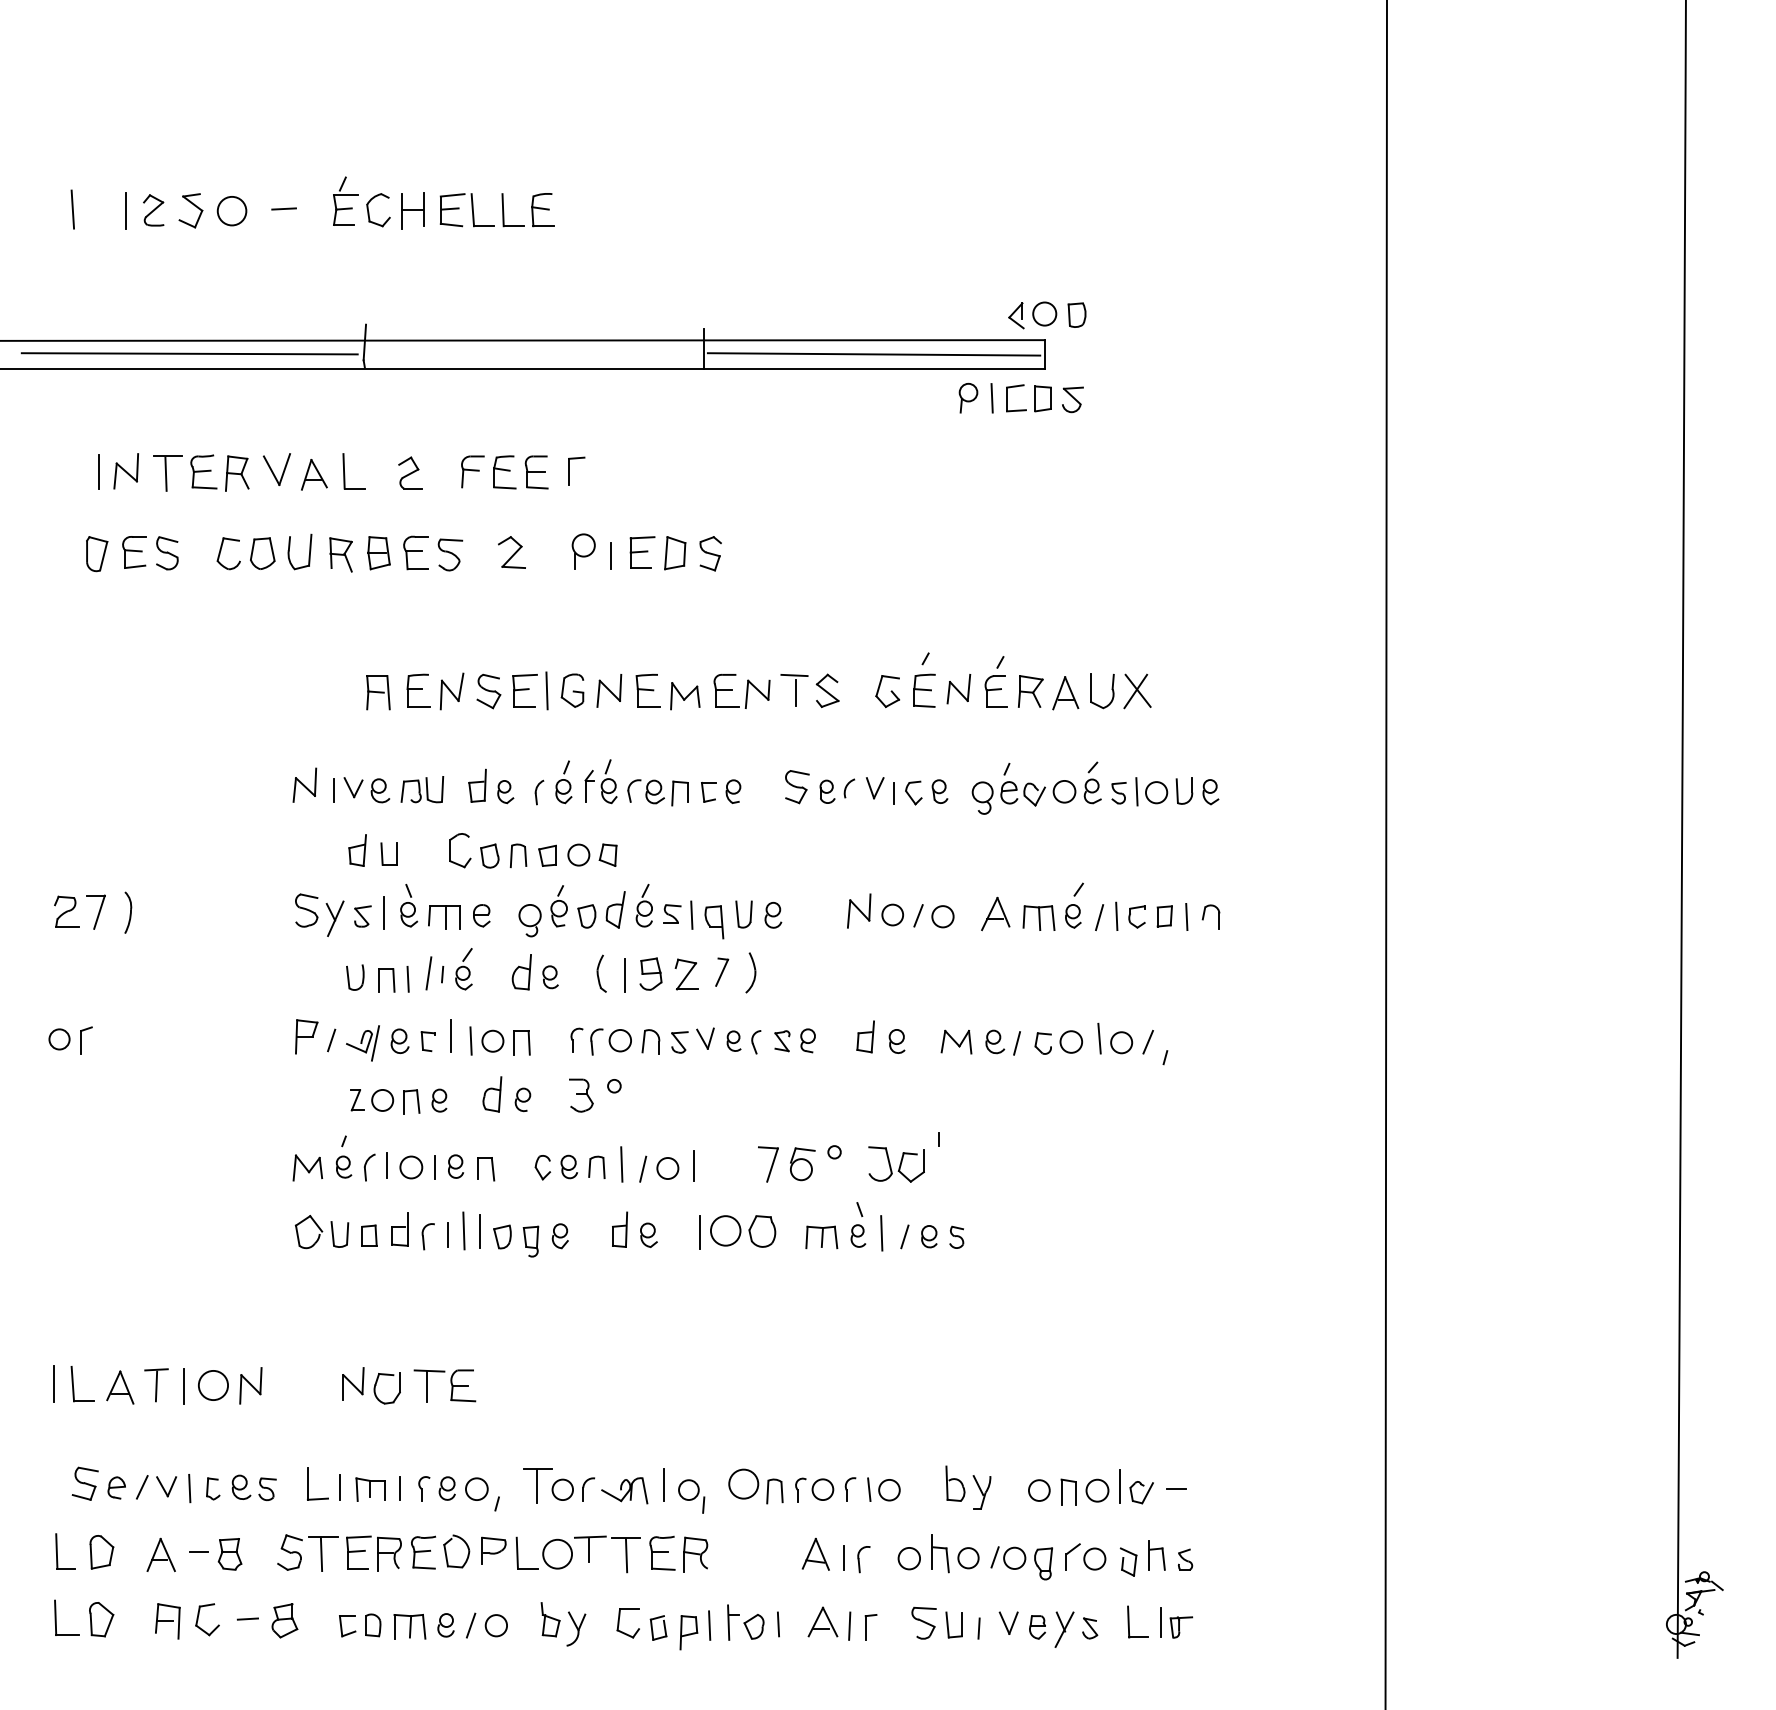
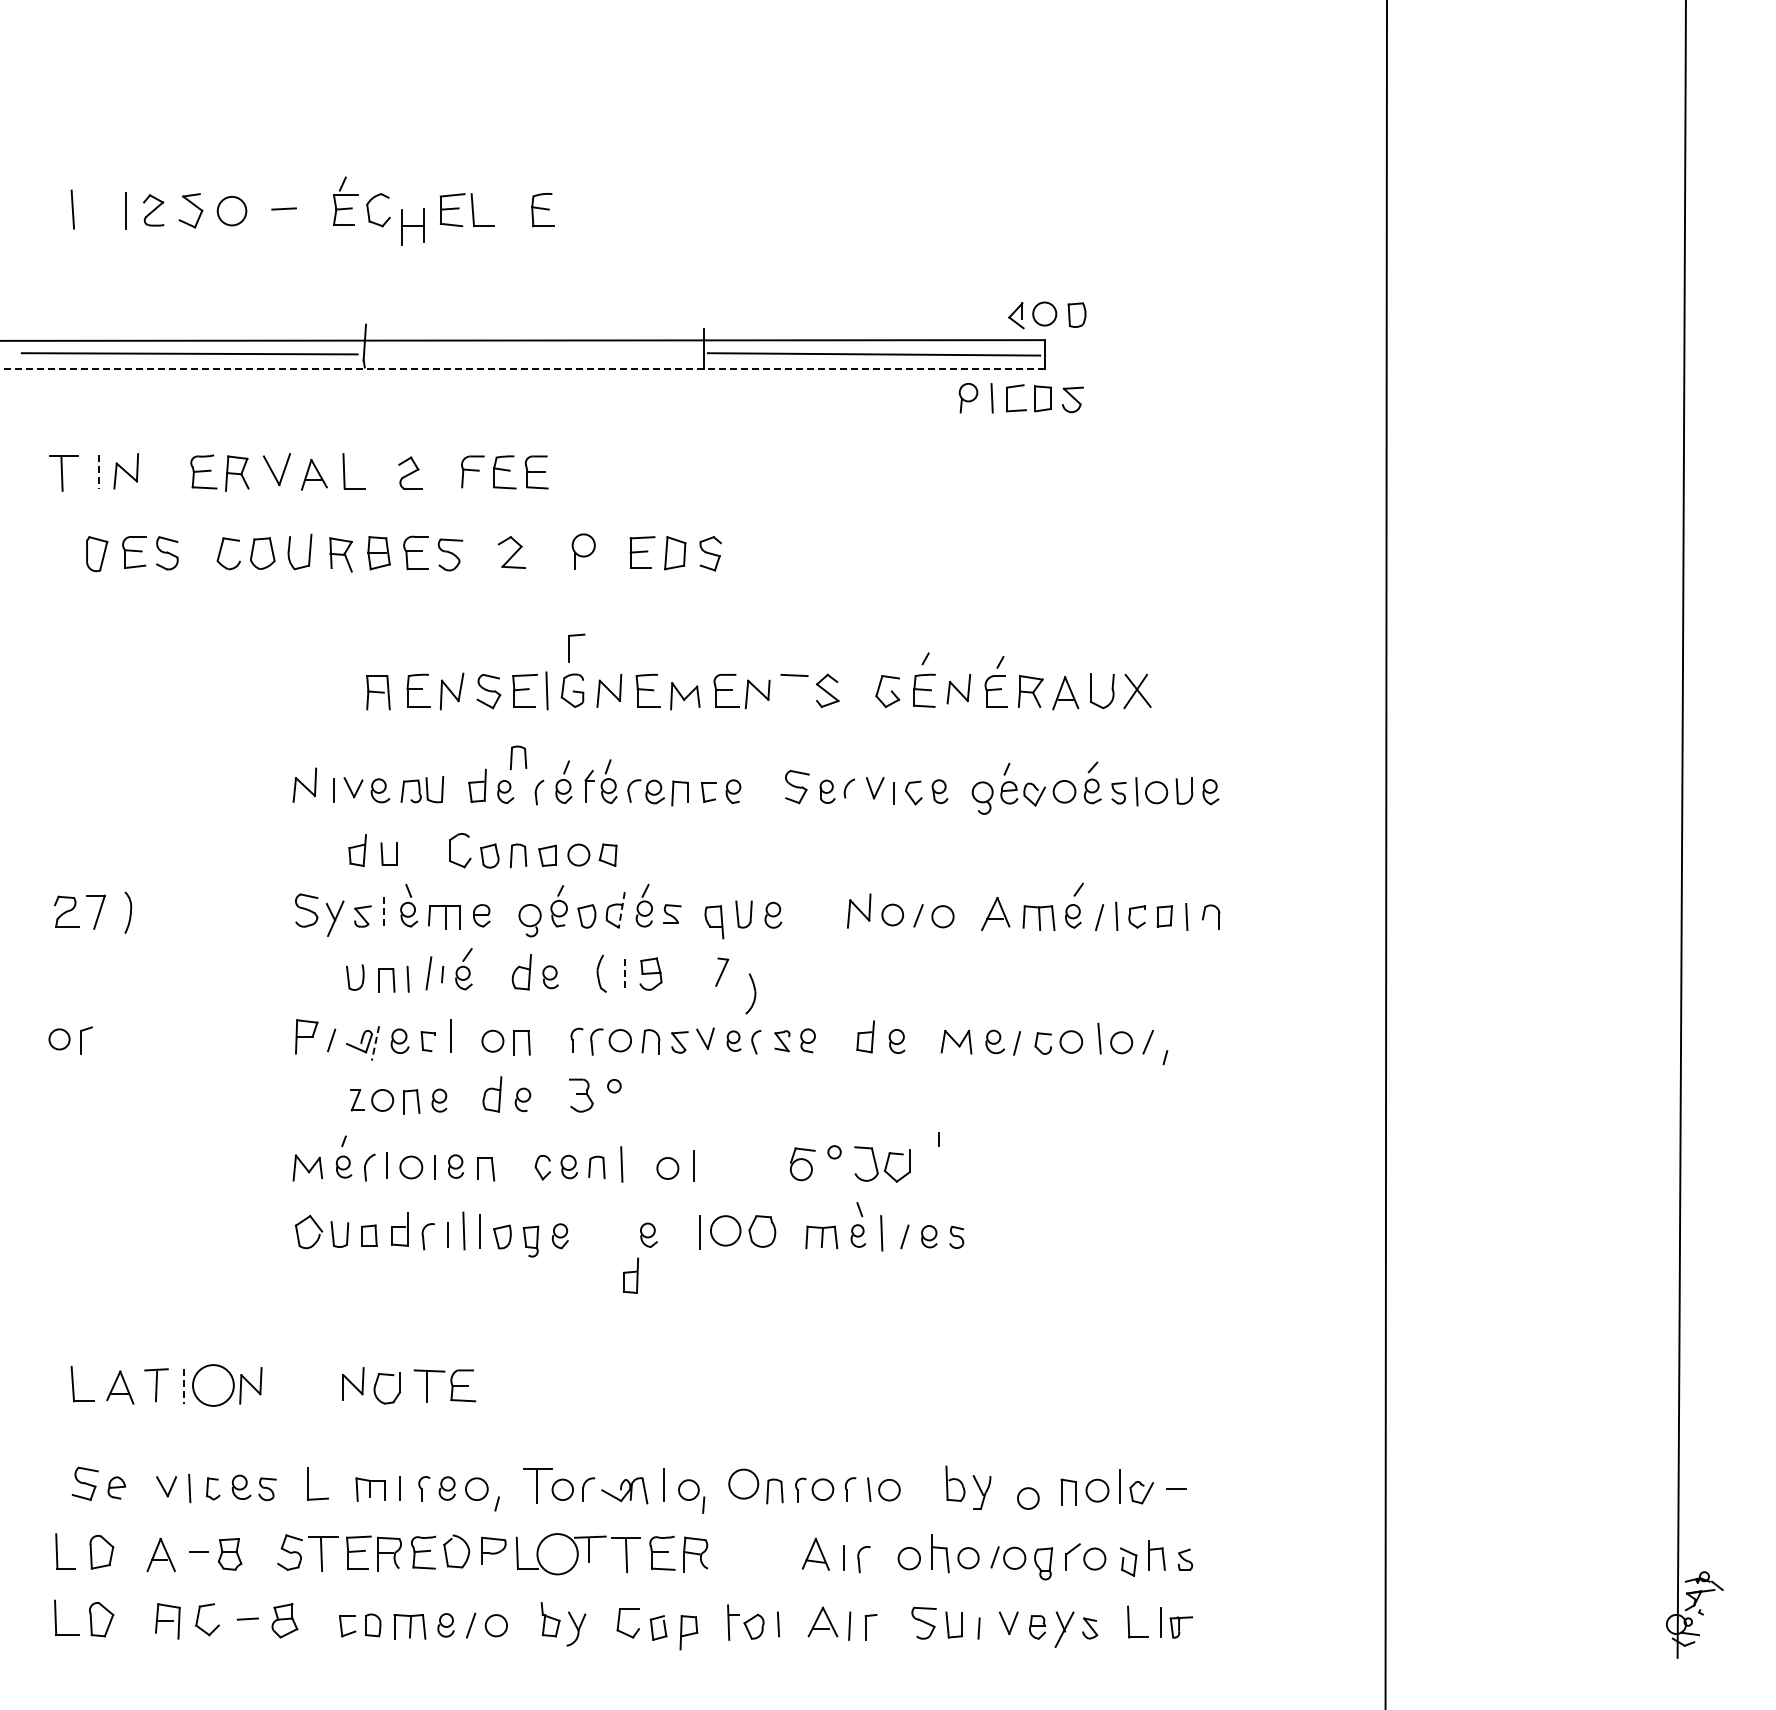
part at (412, 210) position: (412, 210) -> (412, 226)
part at (504, 211): present -> none
line at (522, 368): solid -> dashed
part at (569, 470) position: (569, 470) -> (569, 647)
line at (98, 471): solid -> dashed
part at (167, 473) position: (167, 473) -> (63, 473)
line at (610, 556): present -> none
line at (795, 692): present -> none
part at (518, 757): none -> present
line at (621, 910): solid -> dashed
line at (383, 913): solid -> dashed
line at (691, 914): present -> none
part at (750, 972) position: (750, 972) -> (750, 993)
part at (686, 974): present -> none
line at (624, 975): solid -> dashed
line at (470, 1040): present -> none
line at (375, 1043): solid -> dashed
part at (768, 1164): present -> none
part at (896, 1164) position: (896, 1164) -> (882, 1164)
line at (643, 1168): present -> none
part at (620, 1229) position: (620, 1229) -> (631, 1275)
line at (53, 1383): present -> none
circle at (213, 1385) diameter: 29 px -> 41 px
line at (184, 1386): solid -> dashed
line at (339, 1486): present -> none
line at (141, 1487): present -> none
circle at (1039, 1490) position: (1039, 1490) -> (1028, 1498)
circle at (557, 1553) diameter: 29 px -> 40 px
line at (709, 1625): present -> none
